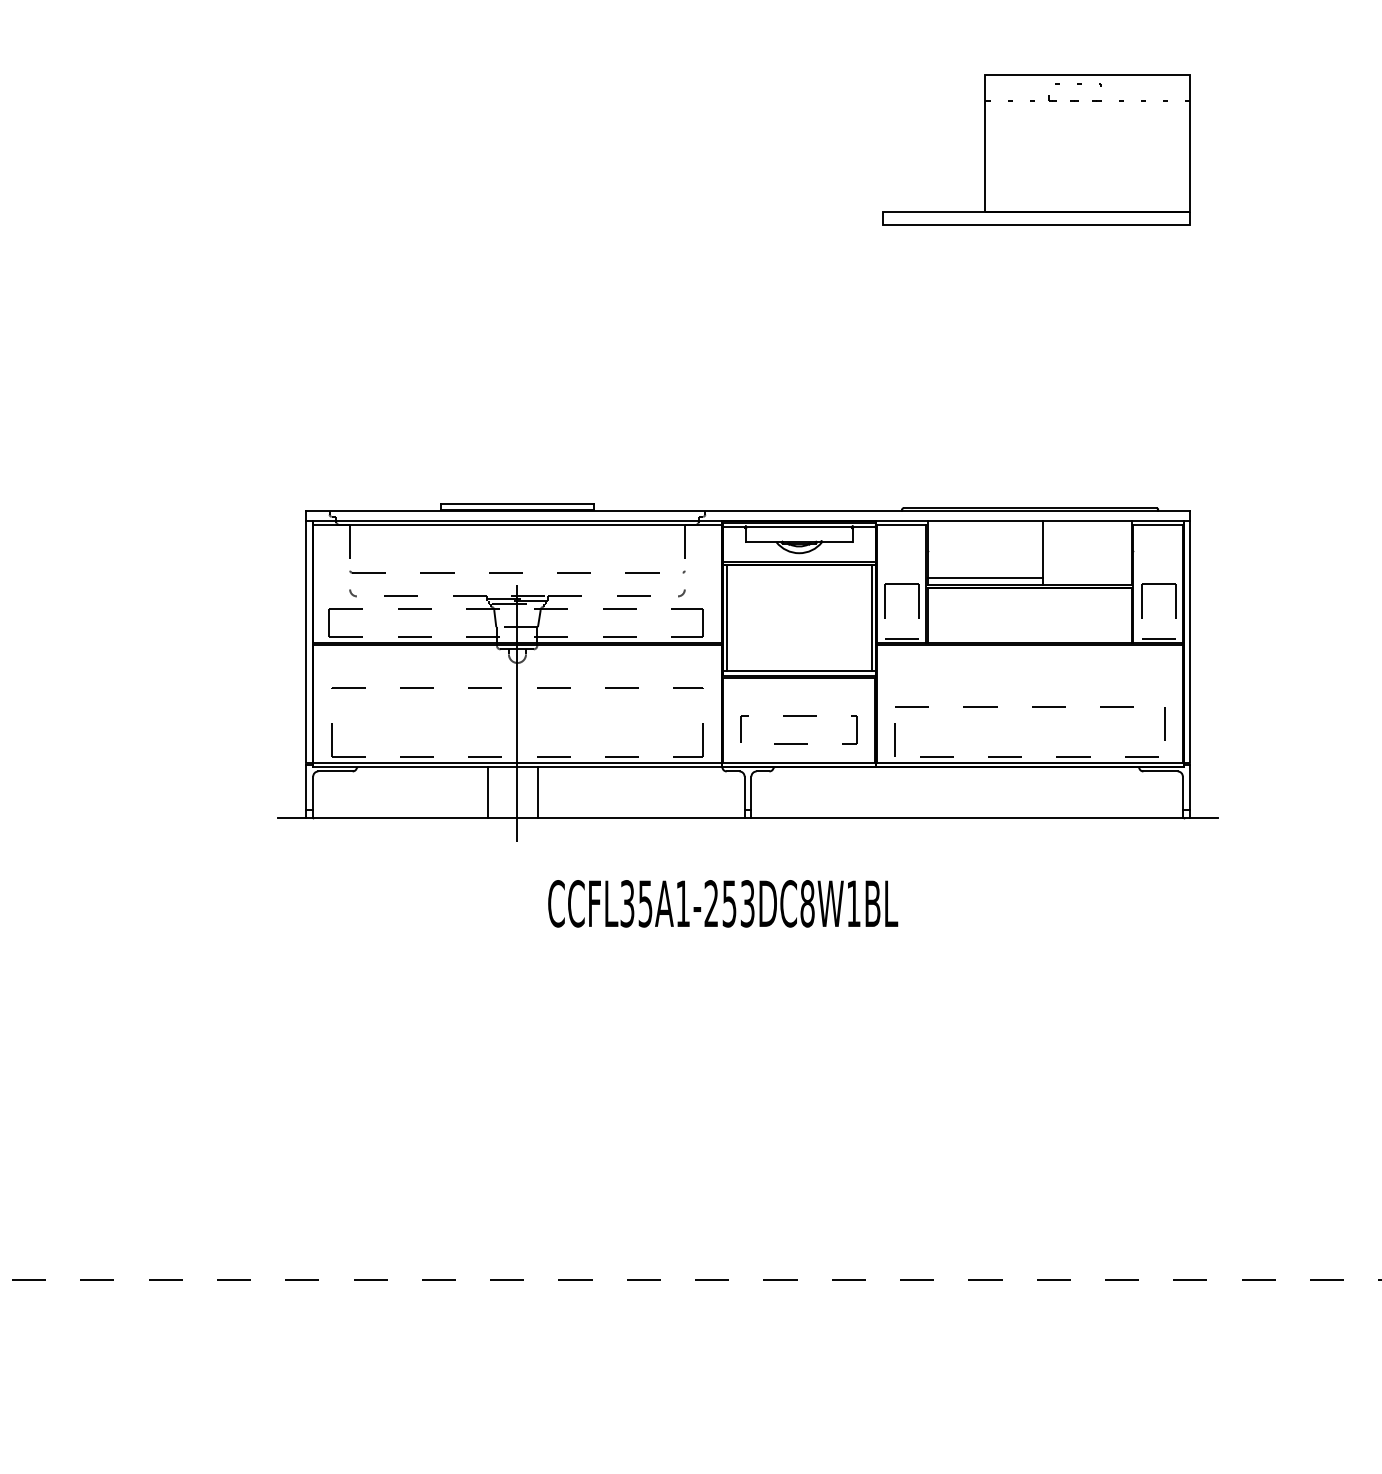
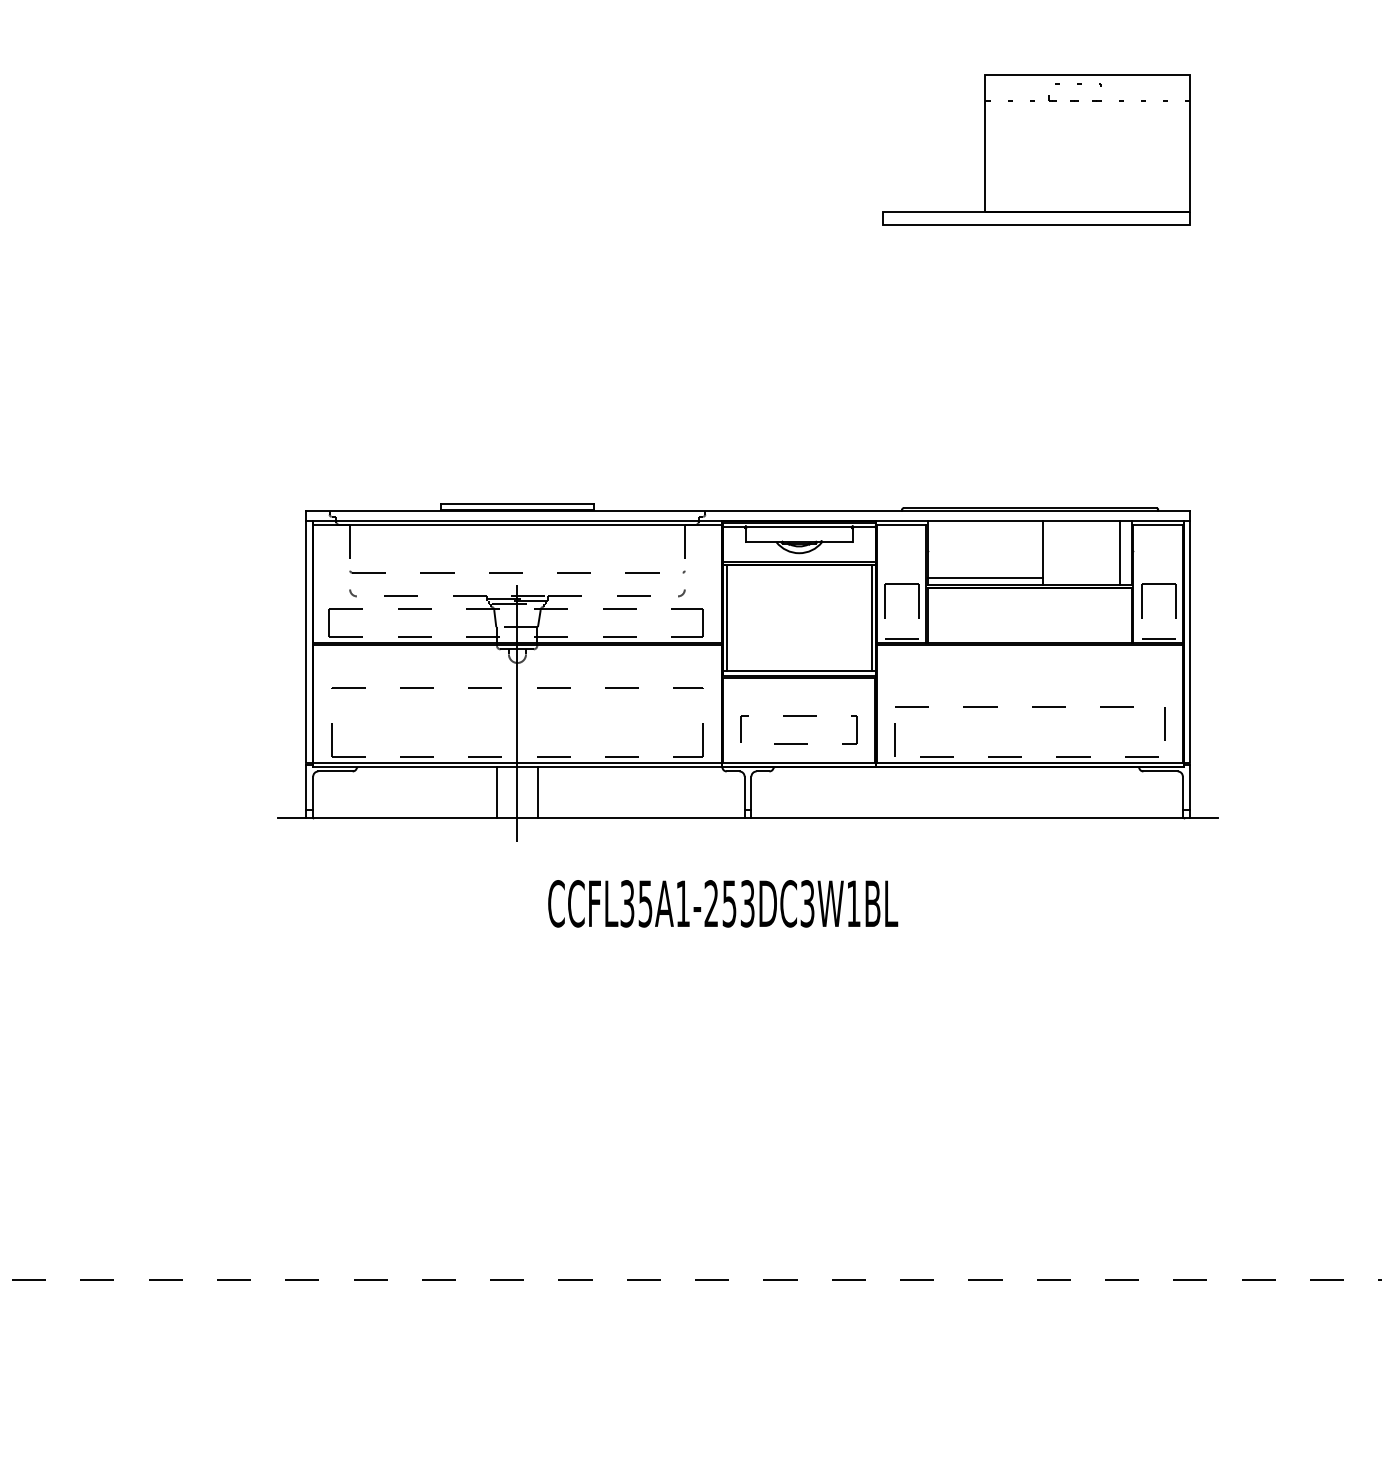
line at (1120, 553): none -> present
line at (487, 792) position: (487, 792) -> (496, 792)
text at (807, 903): CCFL35A1-253DC8W1BL -> CCFL35A1-253DC3W1BL
